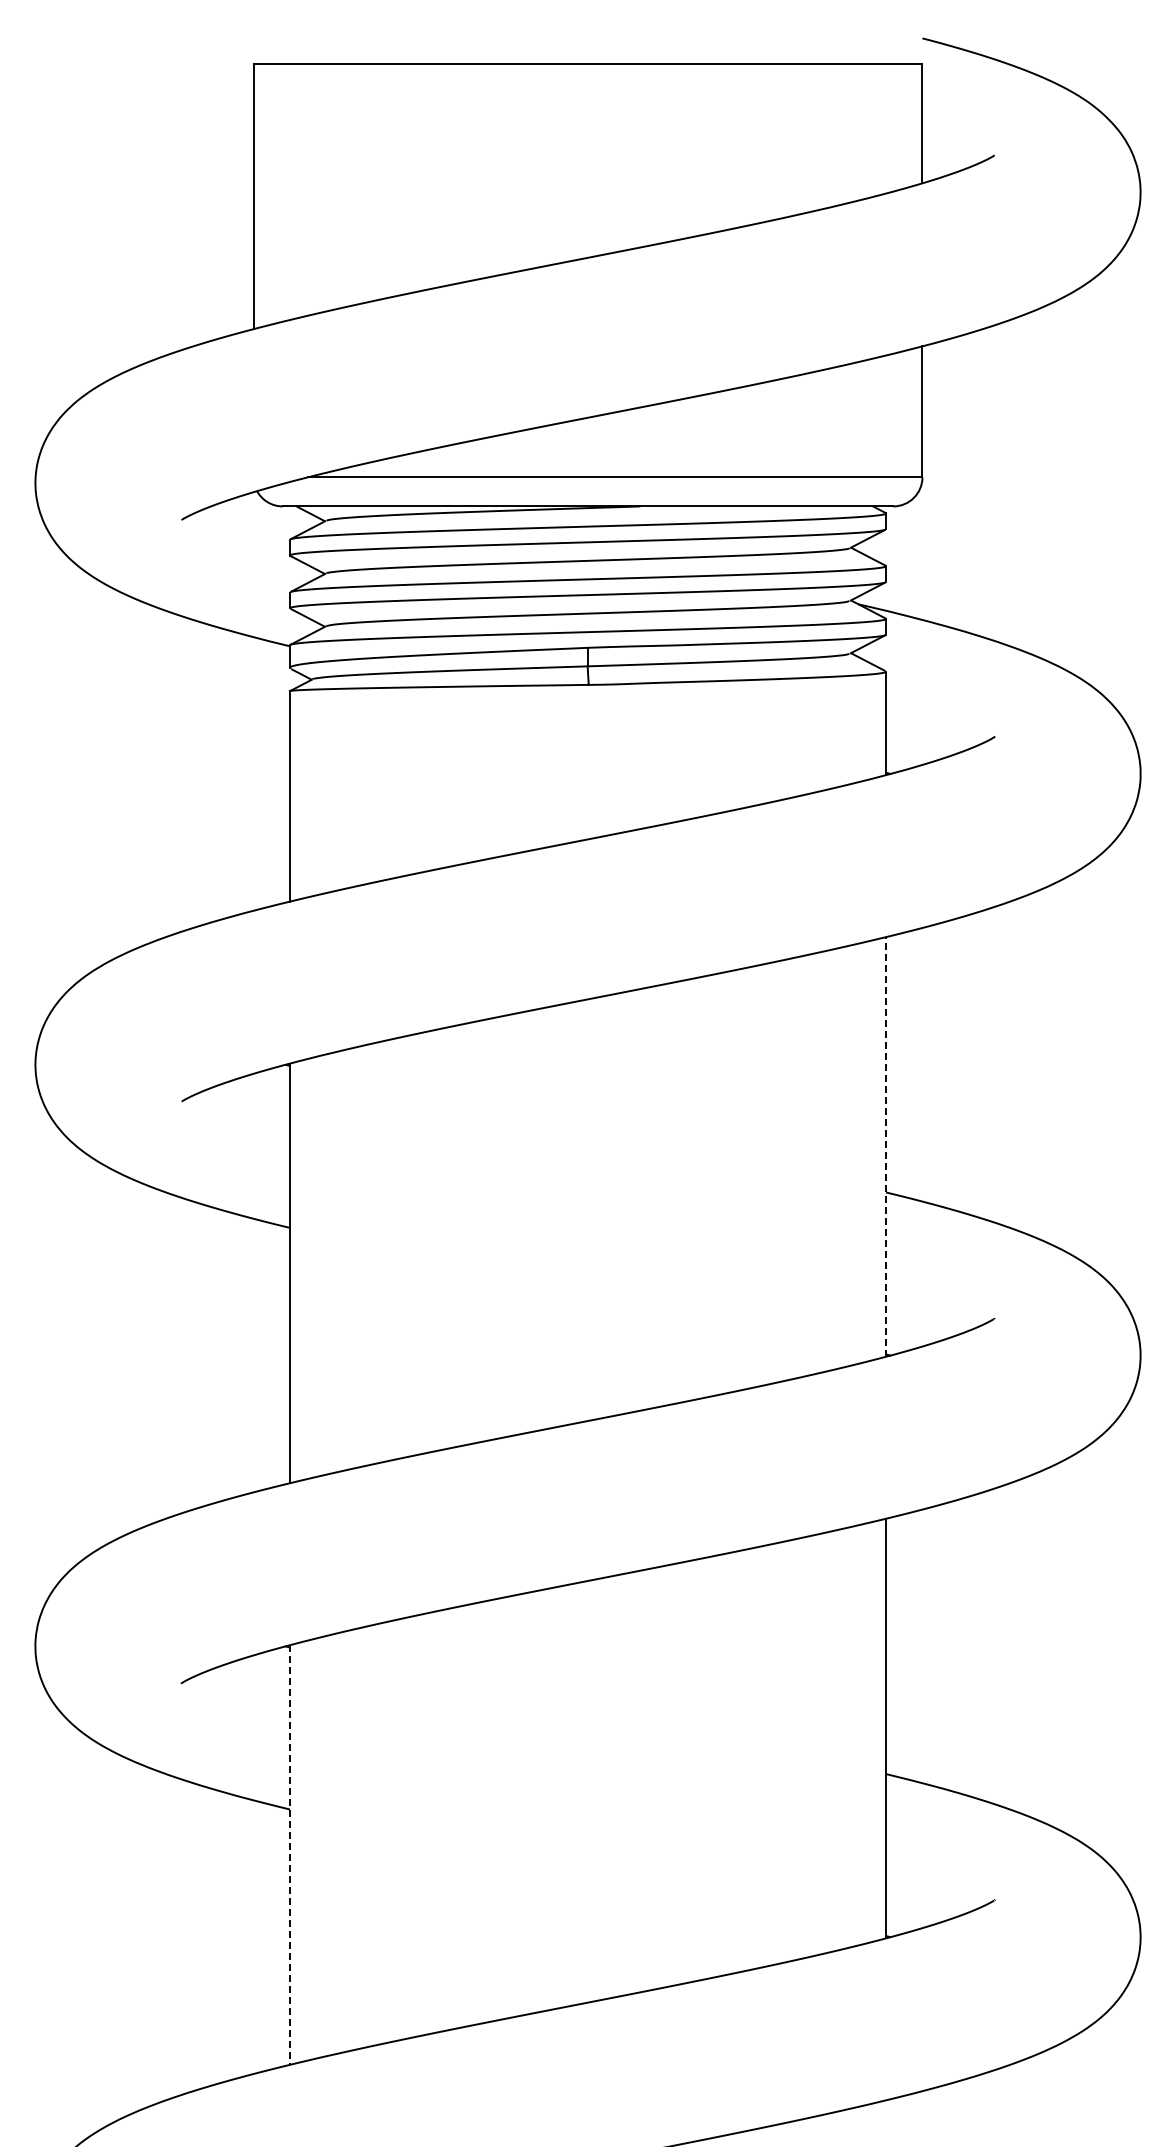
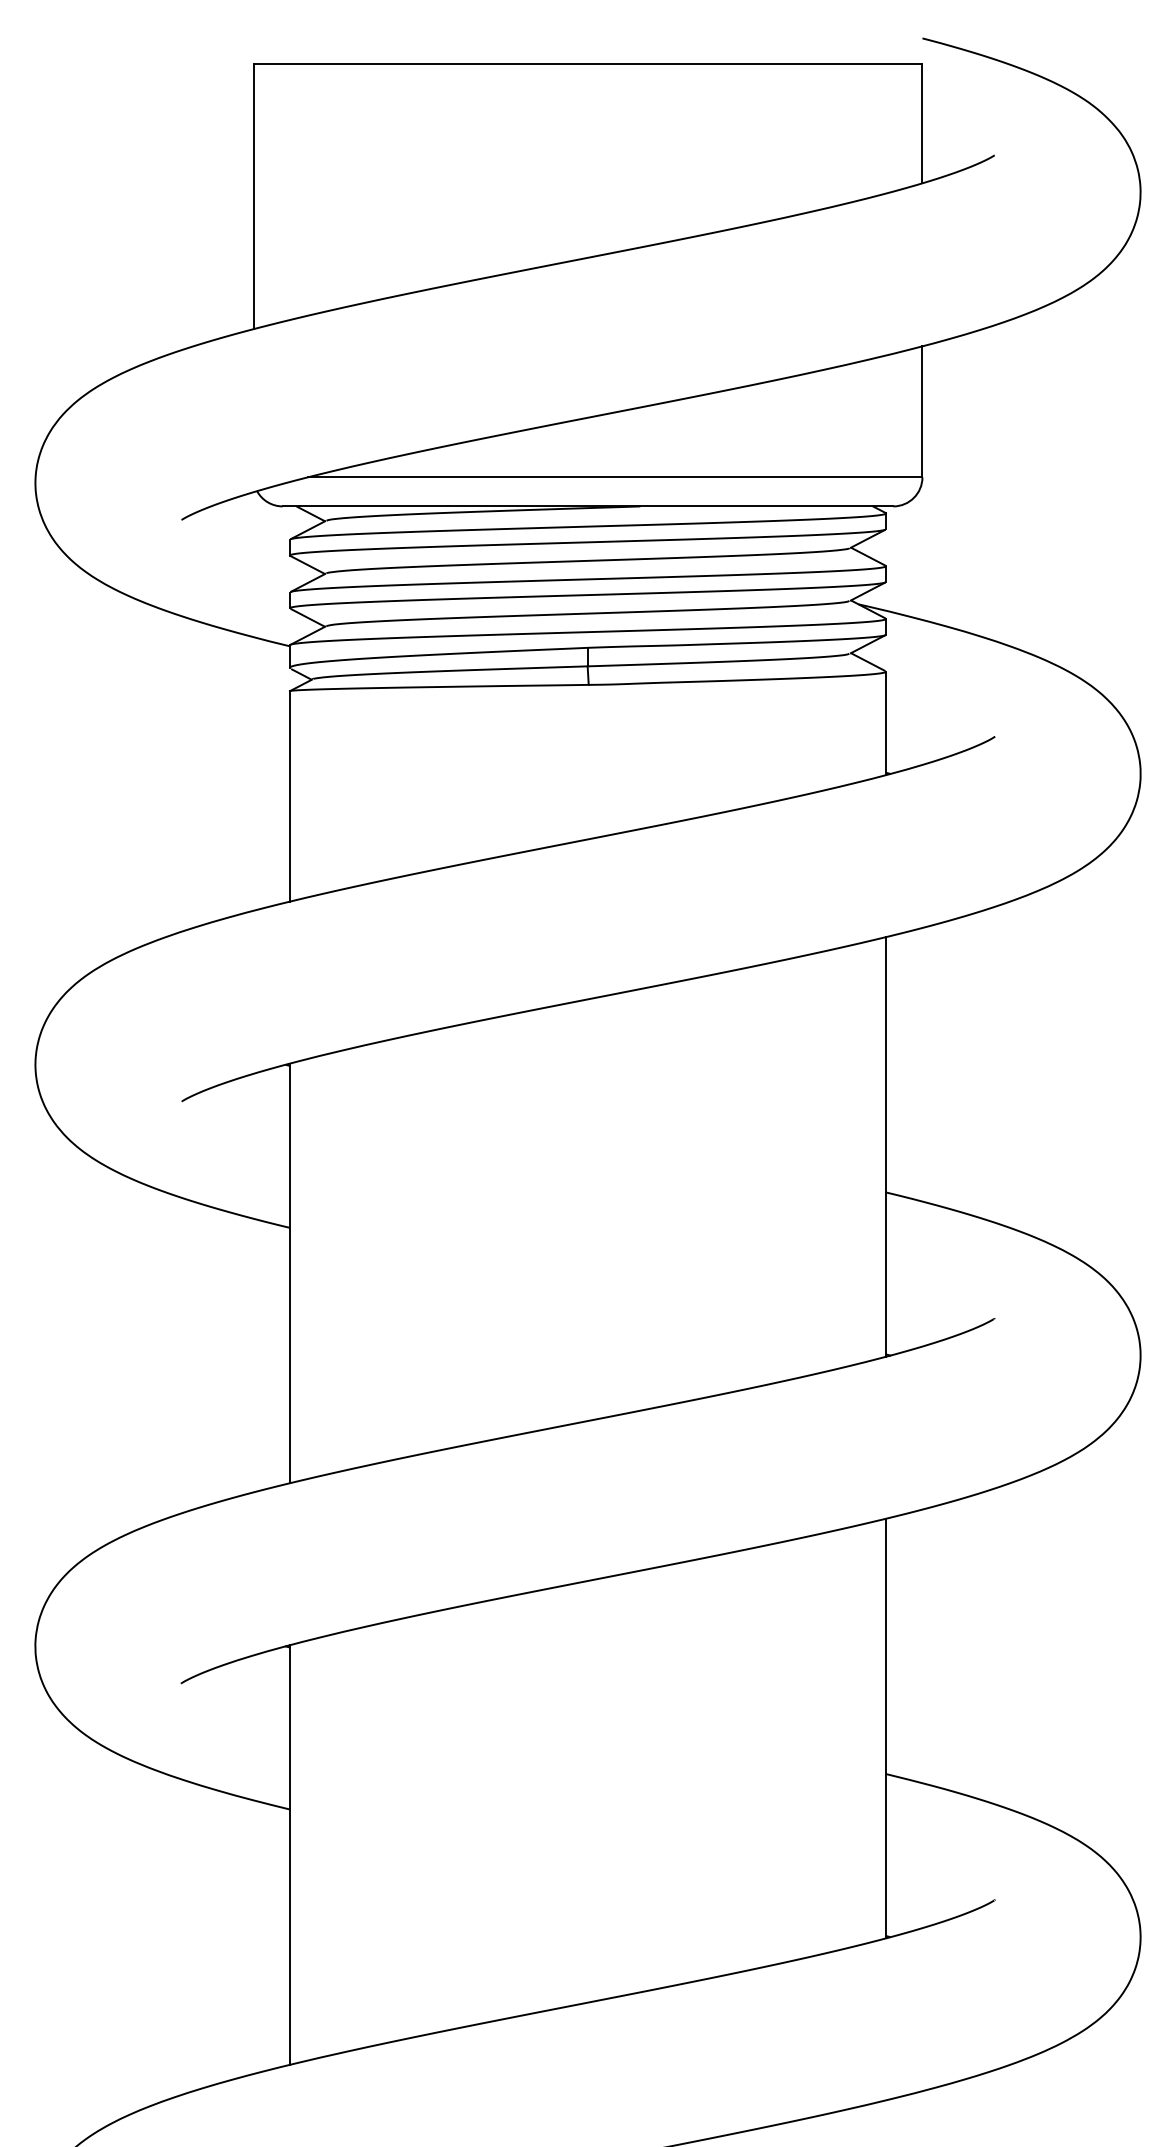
line at (886, 1146): dashed -> solid
line at (289, 1855): dashed -> solid
